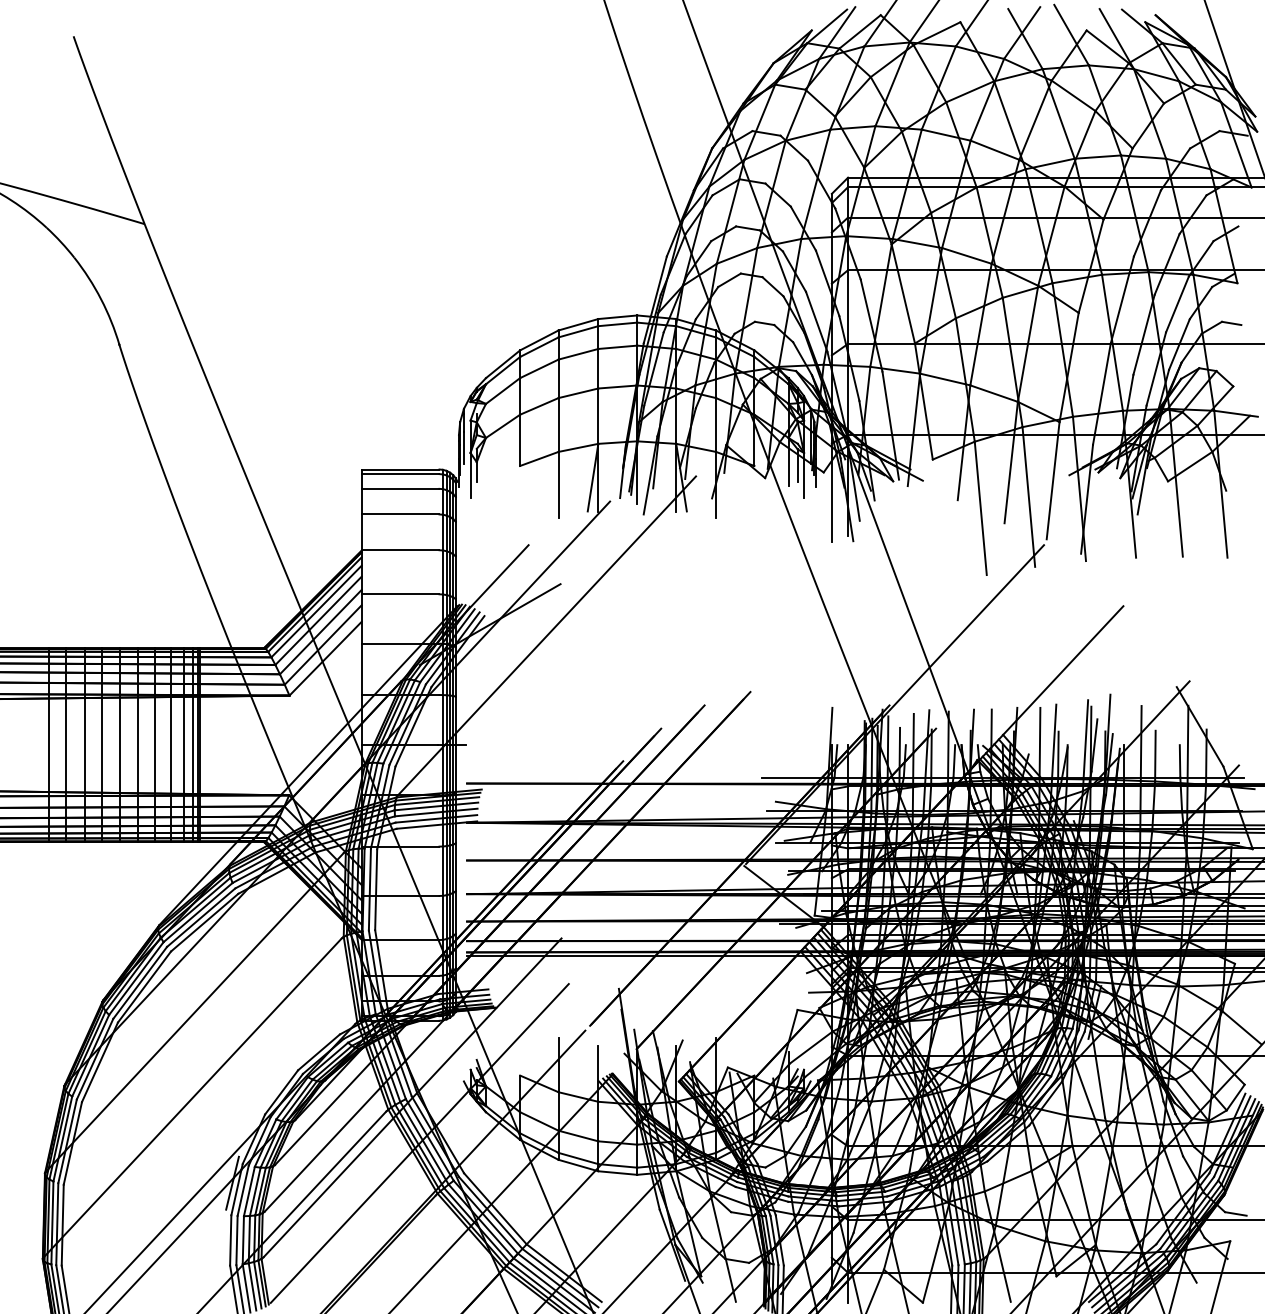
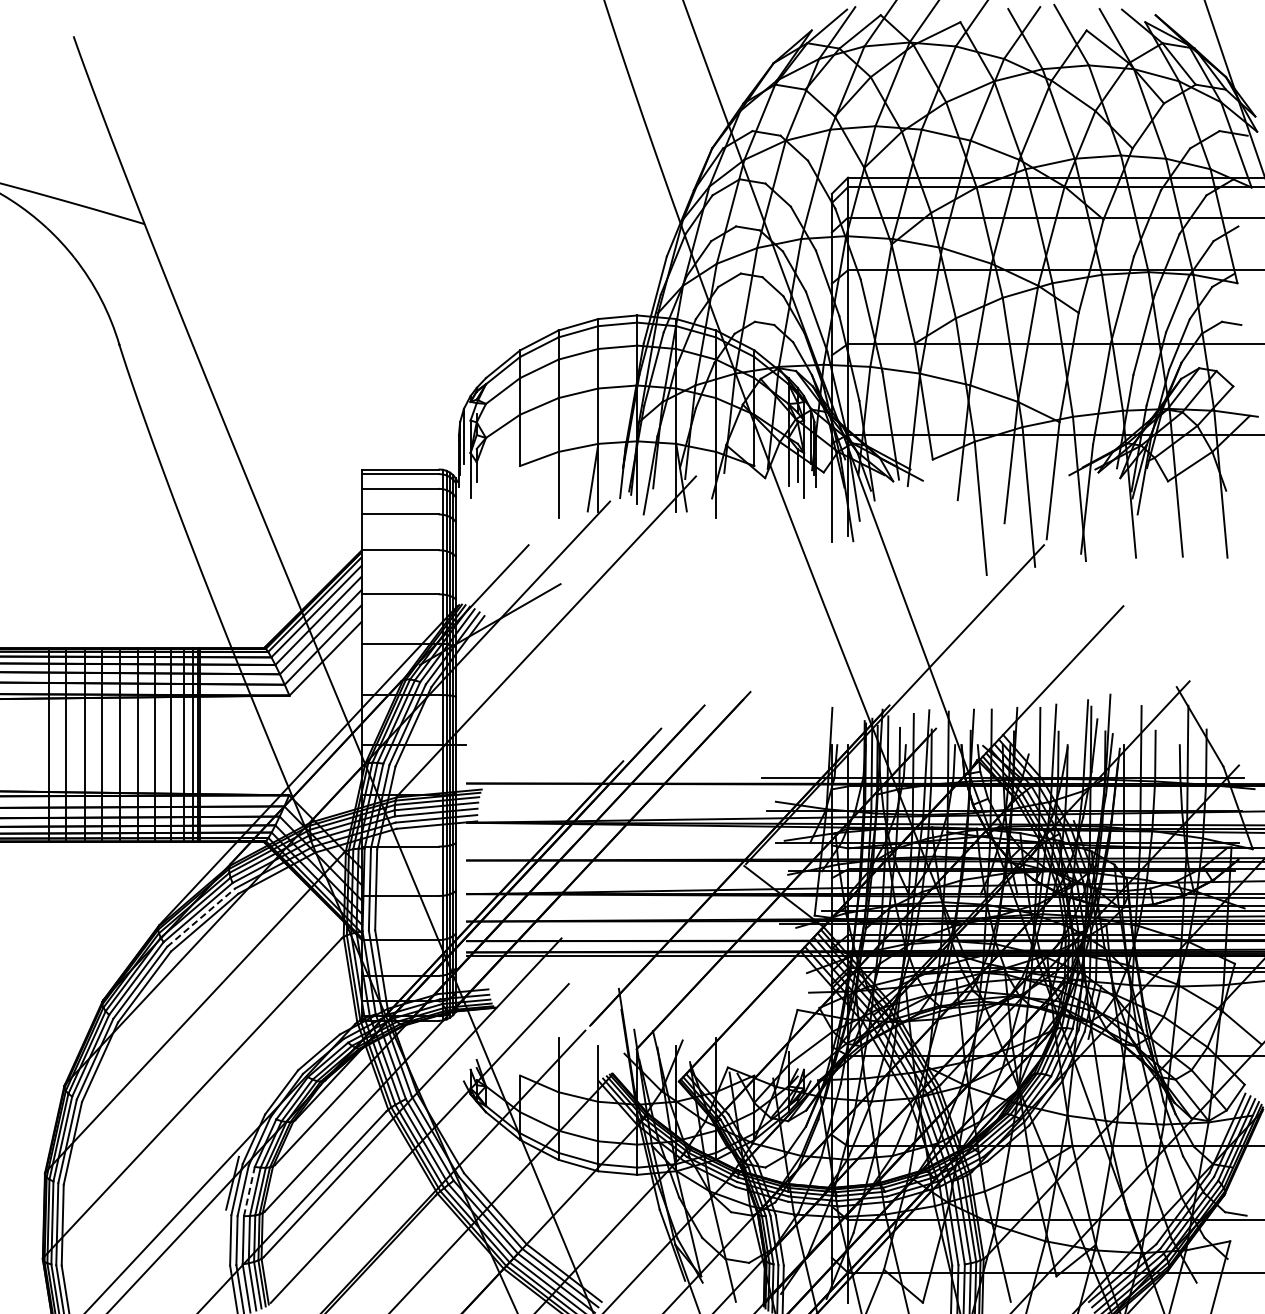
line at (201, 917): solid -> dashed
line at (249, 1191): solid -> dashed
